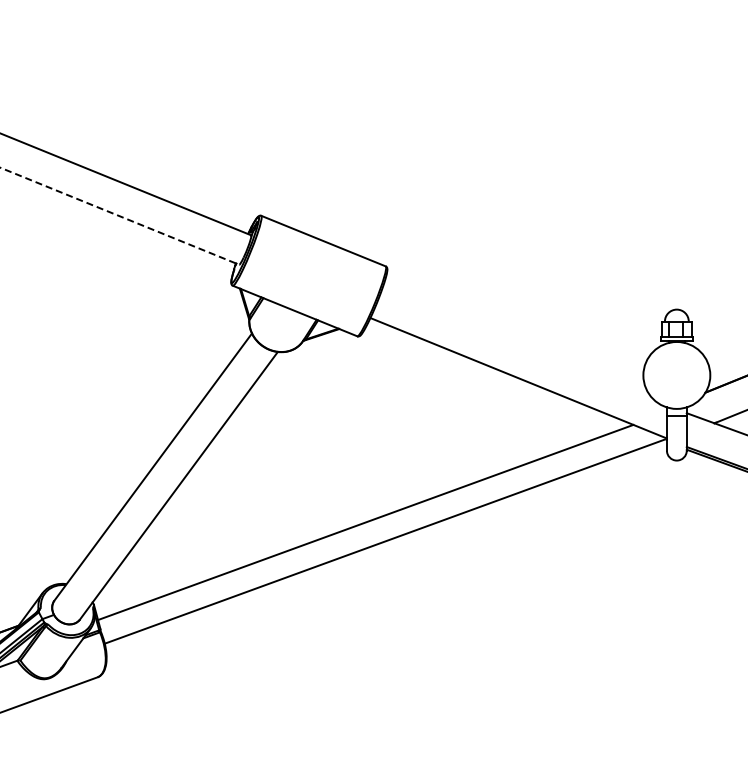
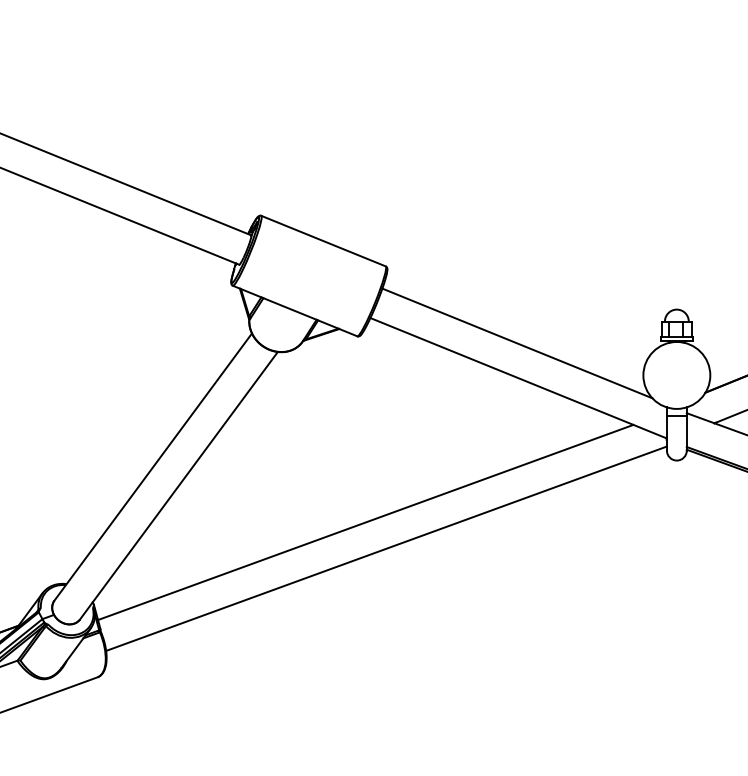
line at (119, 216): dashed -> solid
line at (517, 343): none -> present
line at (384, 541) position: (384, 541) -> (386, 548)
